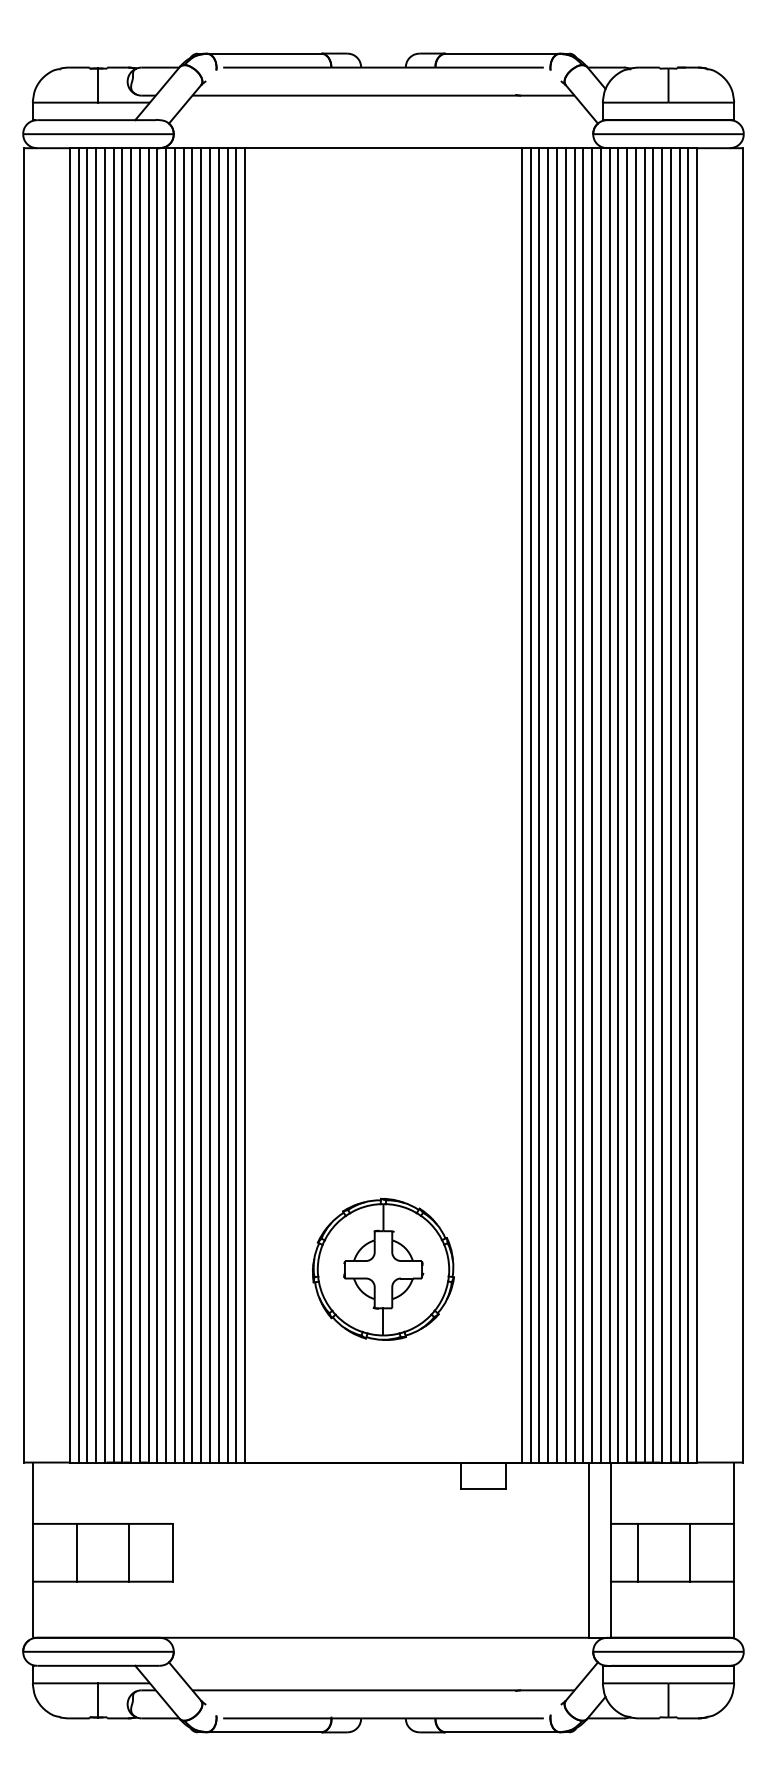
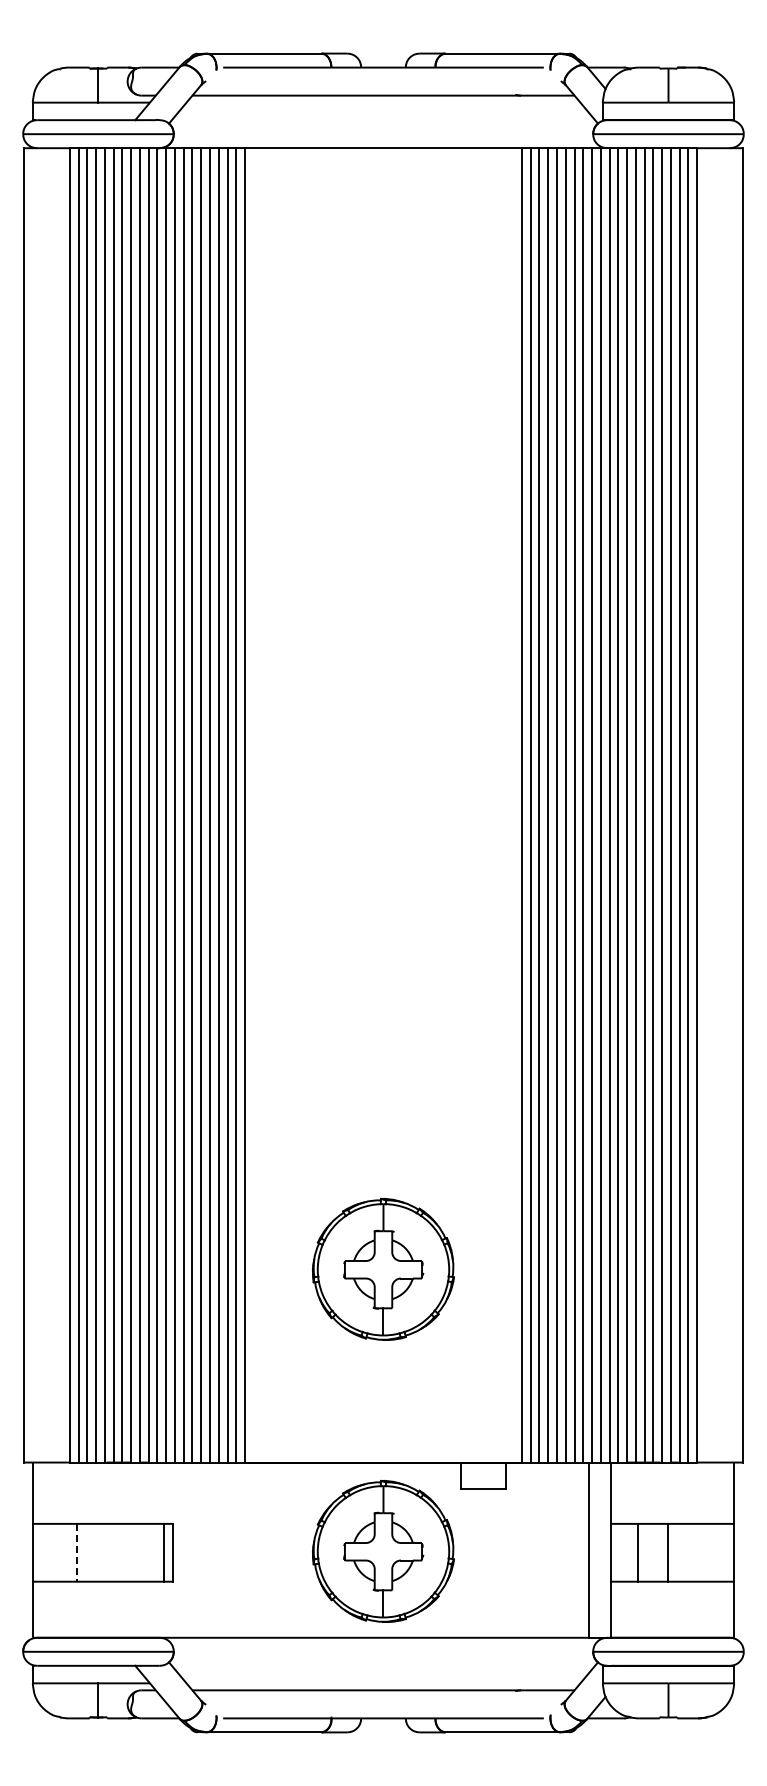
part at (383, 1550): none -> present
line at (77, 1552): solid -> dashed
line at (129, 1552) position: (129, 1552) -> (164, 1552)
line at (689, 1552) position: (689, 1552) -> (667, 1552)
